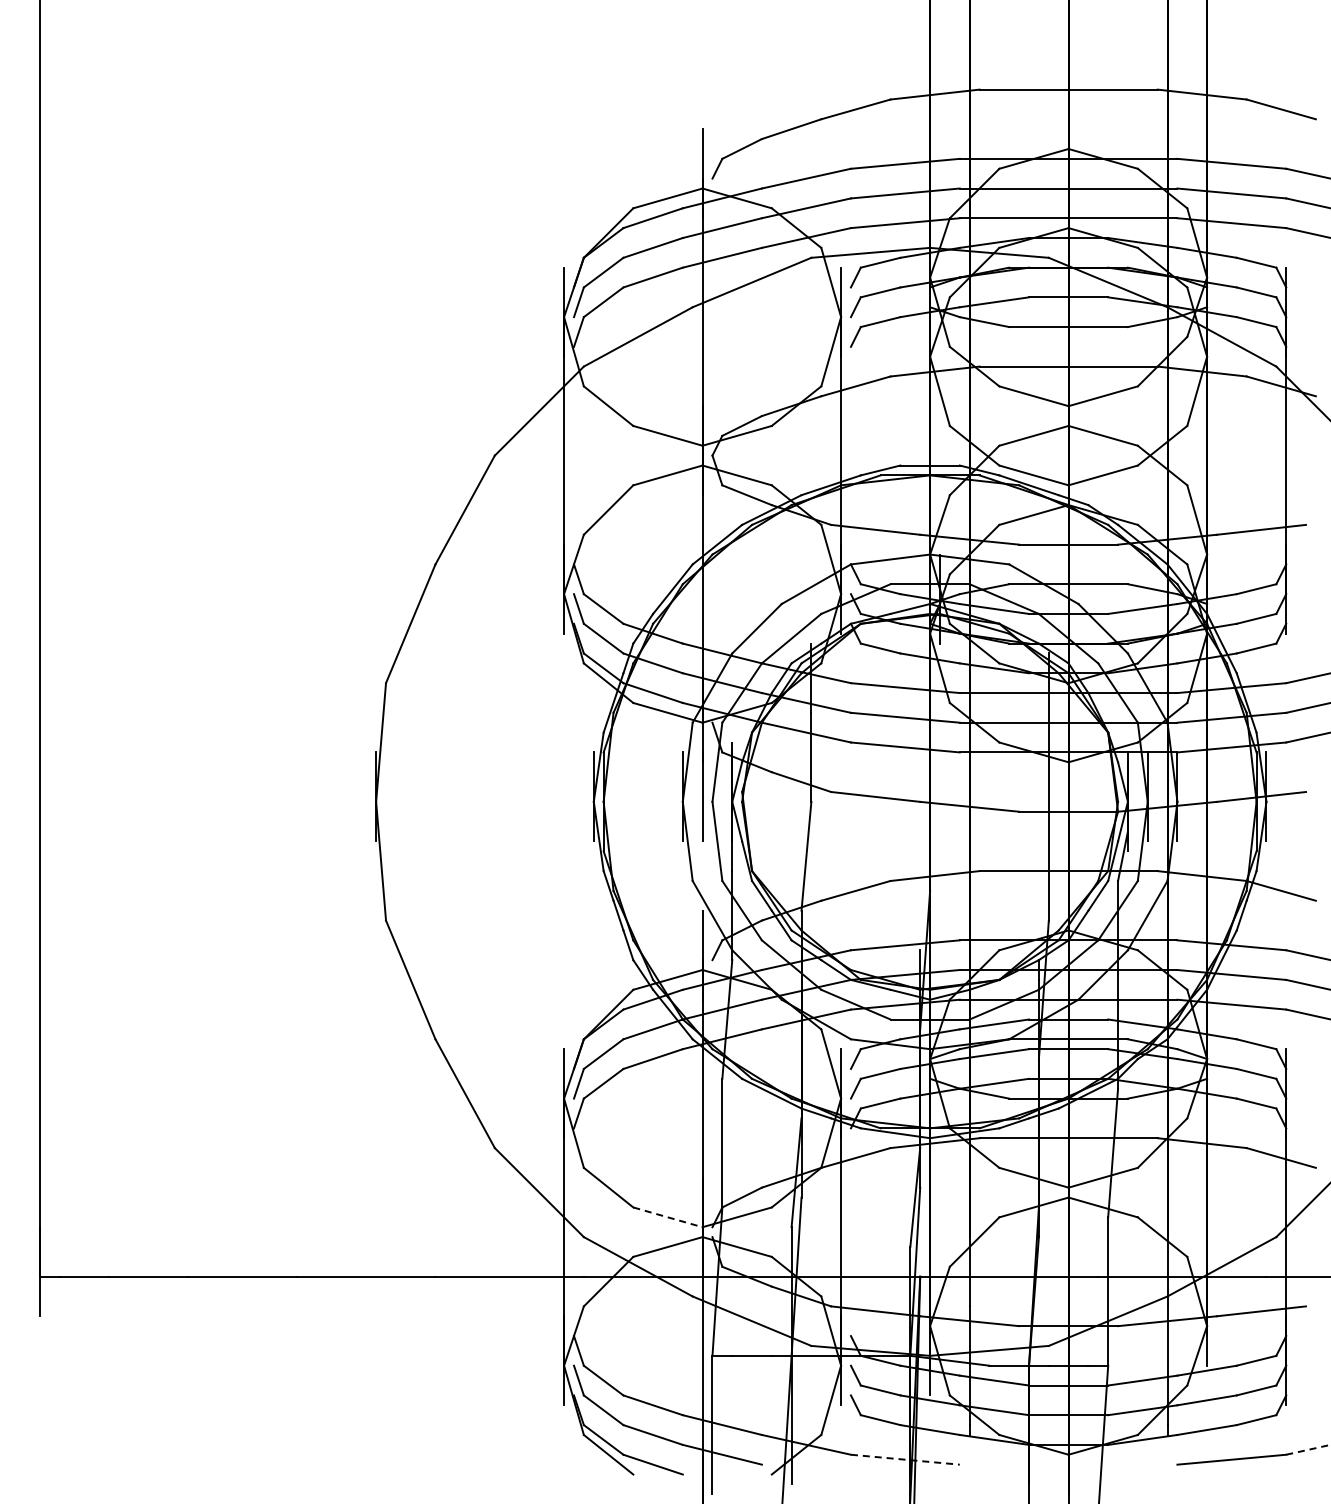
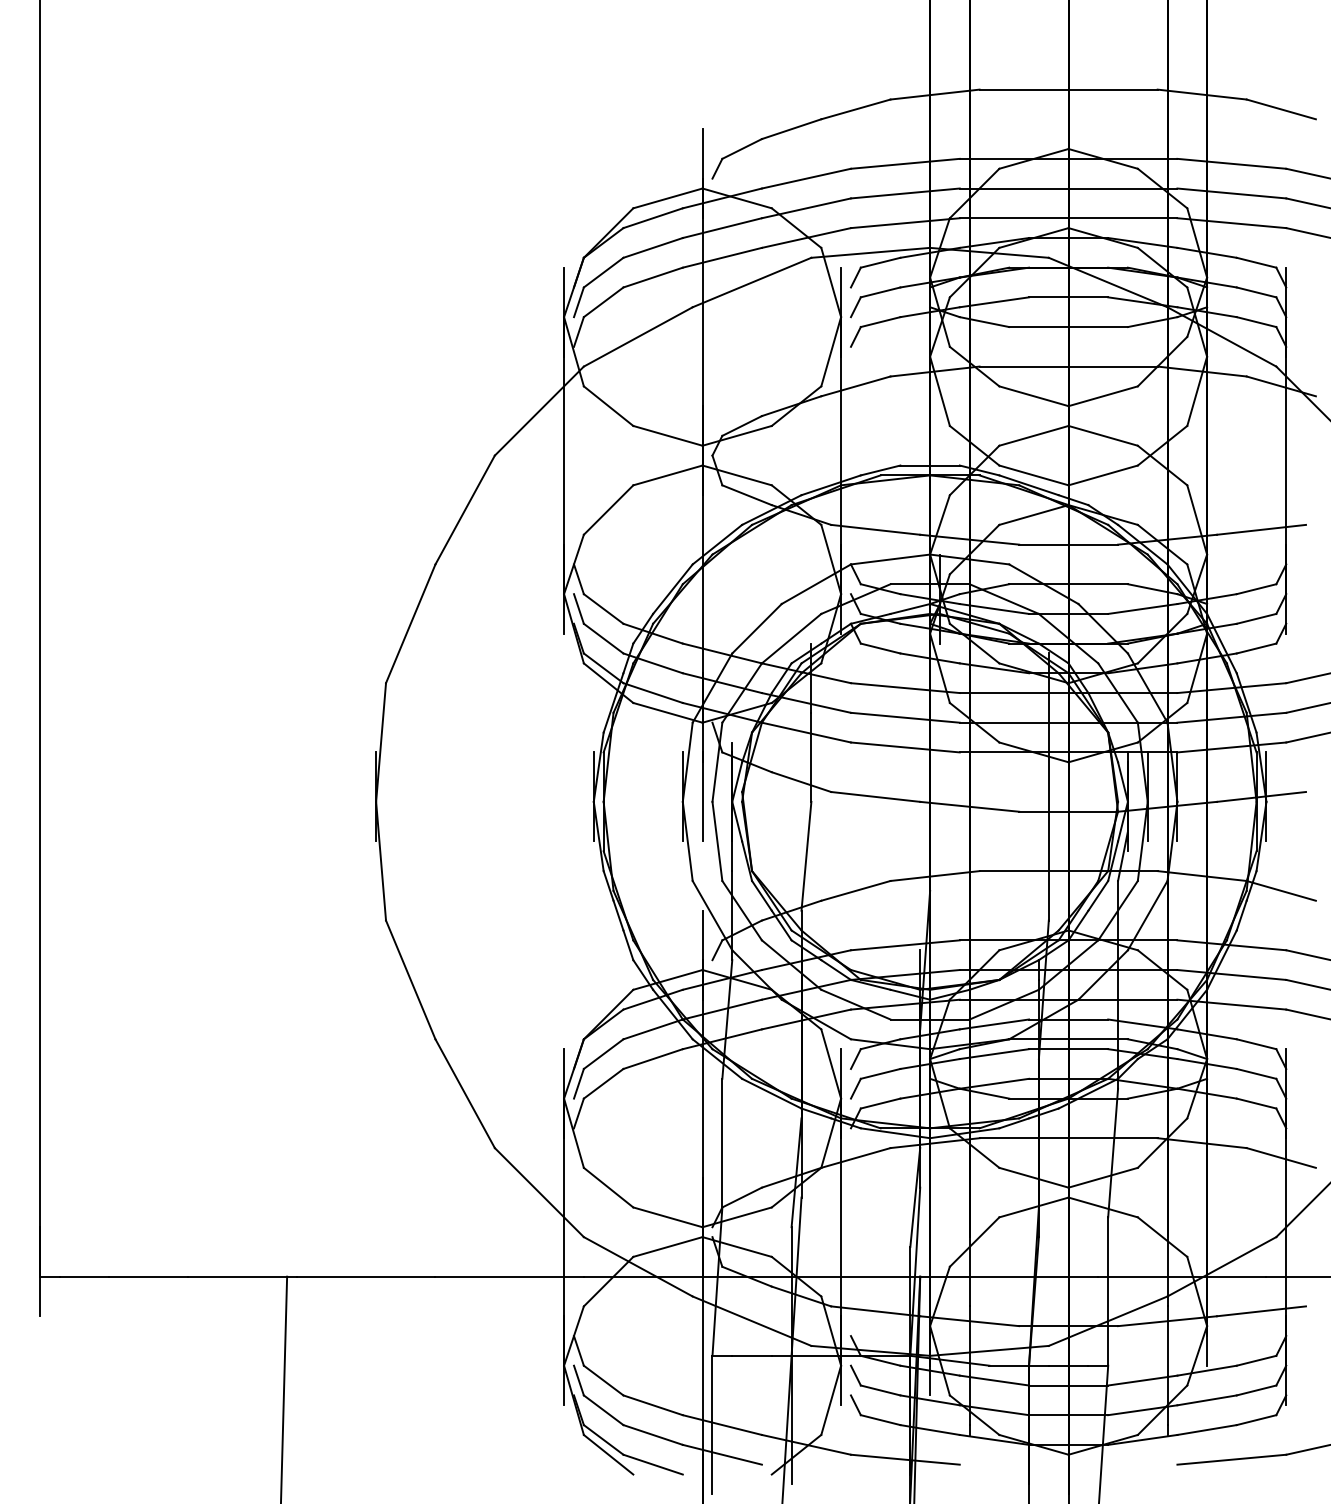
line at (668, 1217): dashed -> solid
line at (284, 1388): none -> present
line at (1308, 1449): dashed -> solid
line at (905, 1459): dashed -> solid
